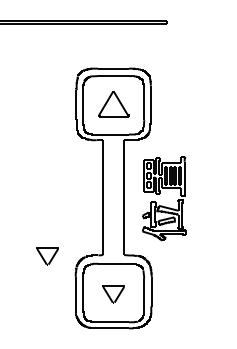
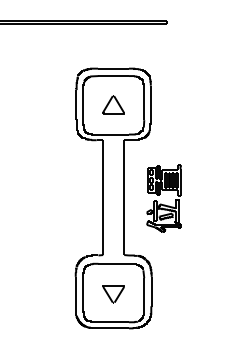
part at (113, 104) size: 32x27 px -> 23x20 px
part at (164, 198) size: 45x86 px -> 36x69 px
part at (47, 256): present -> none
